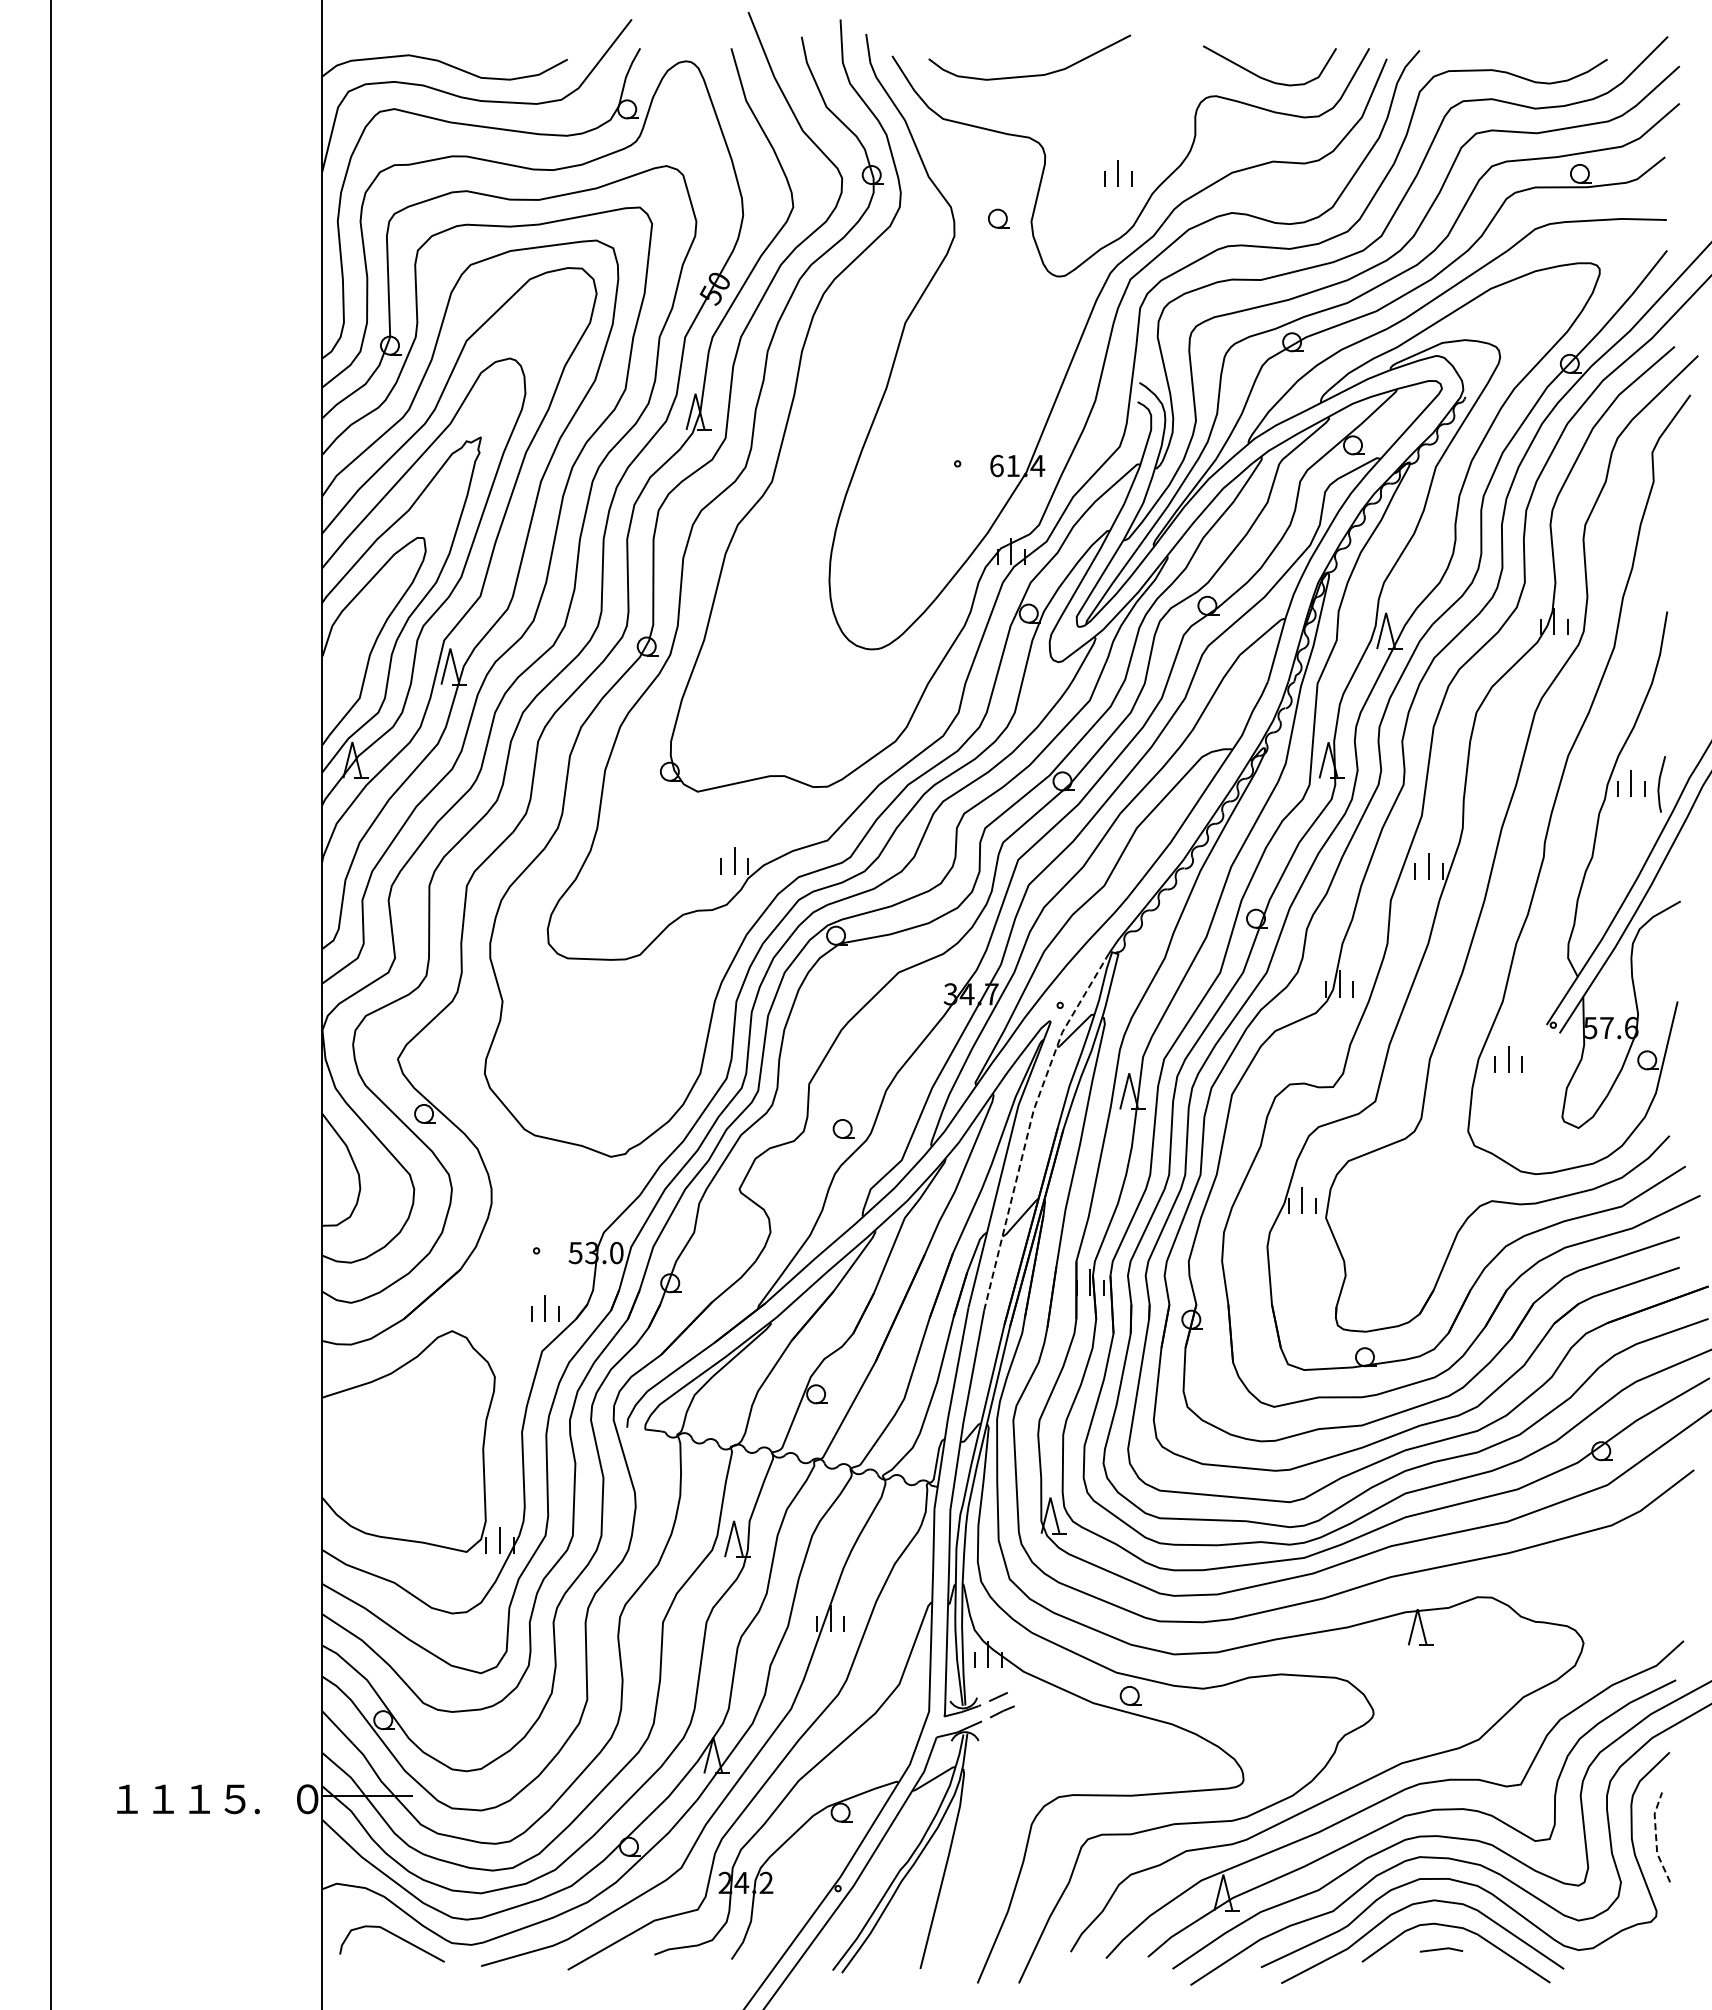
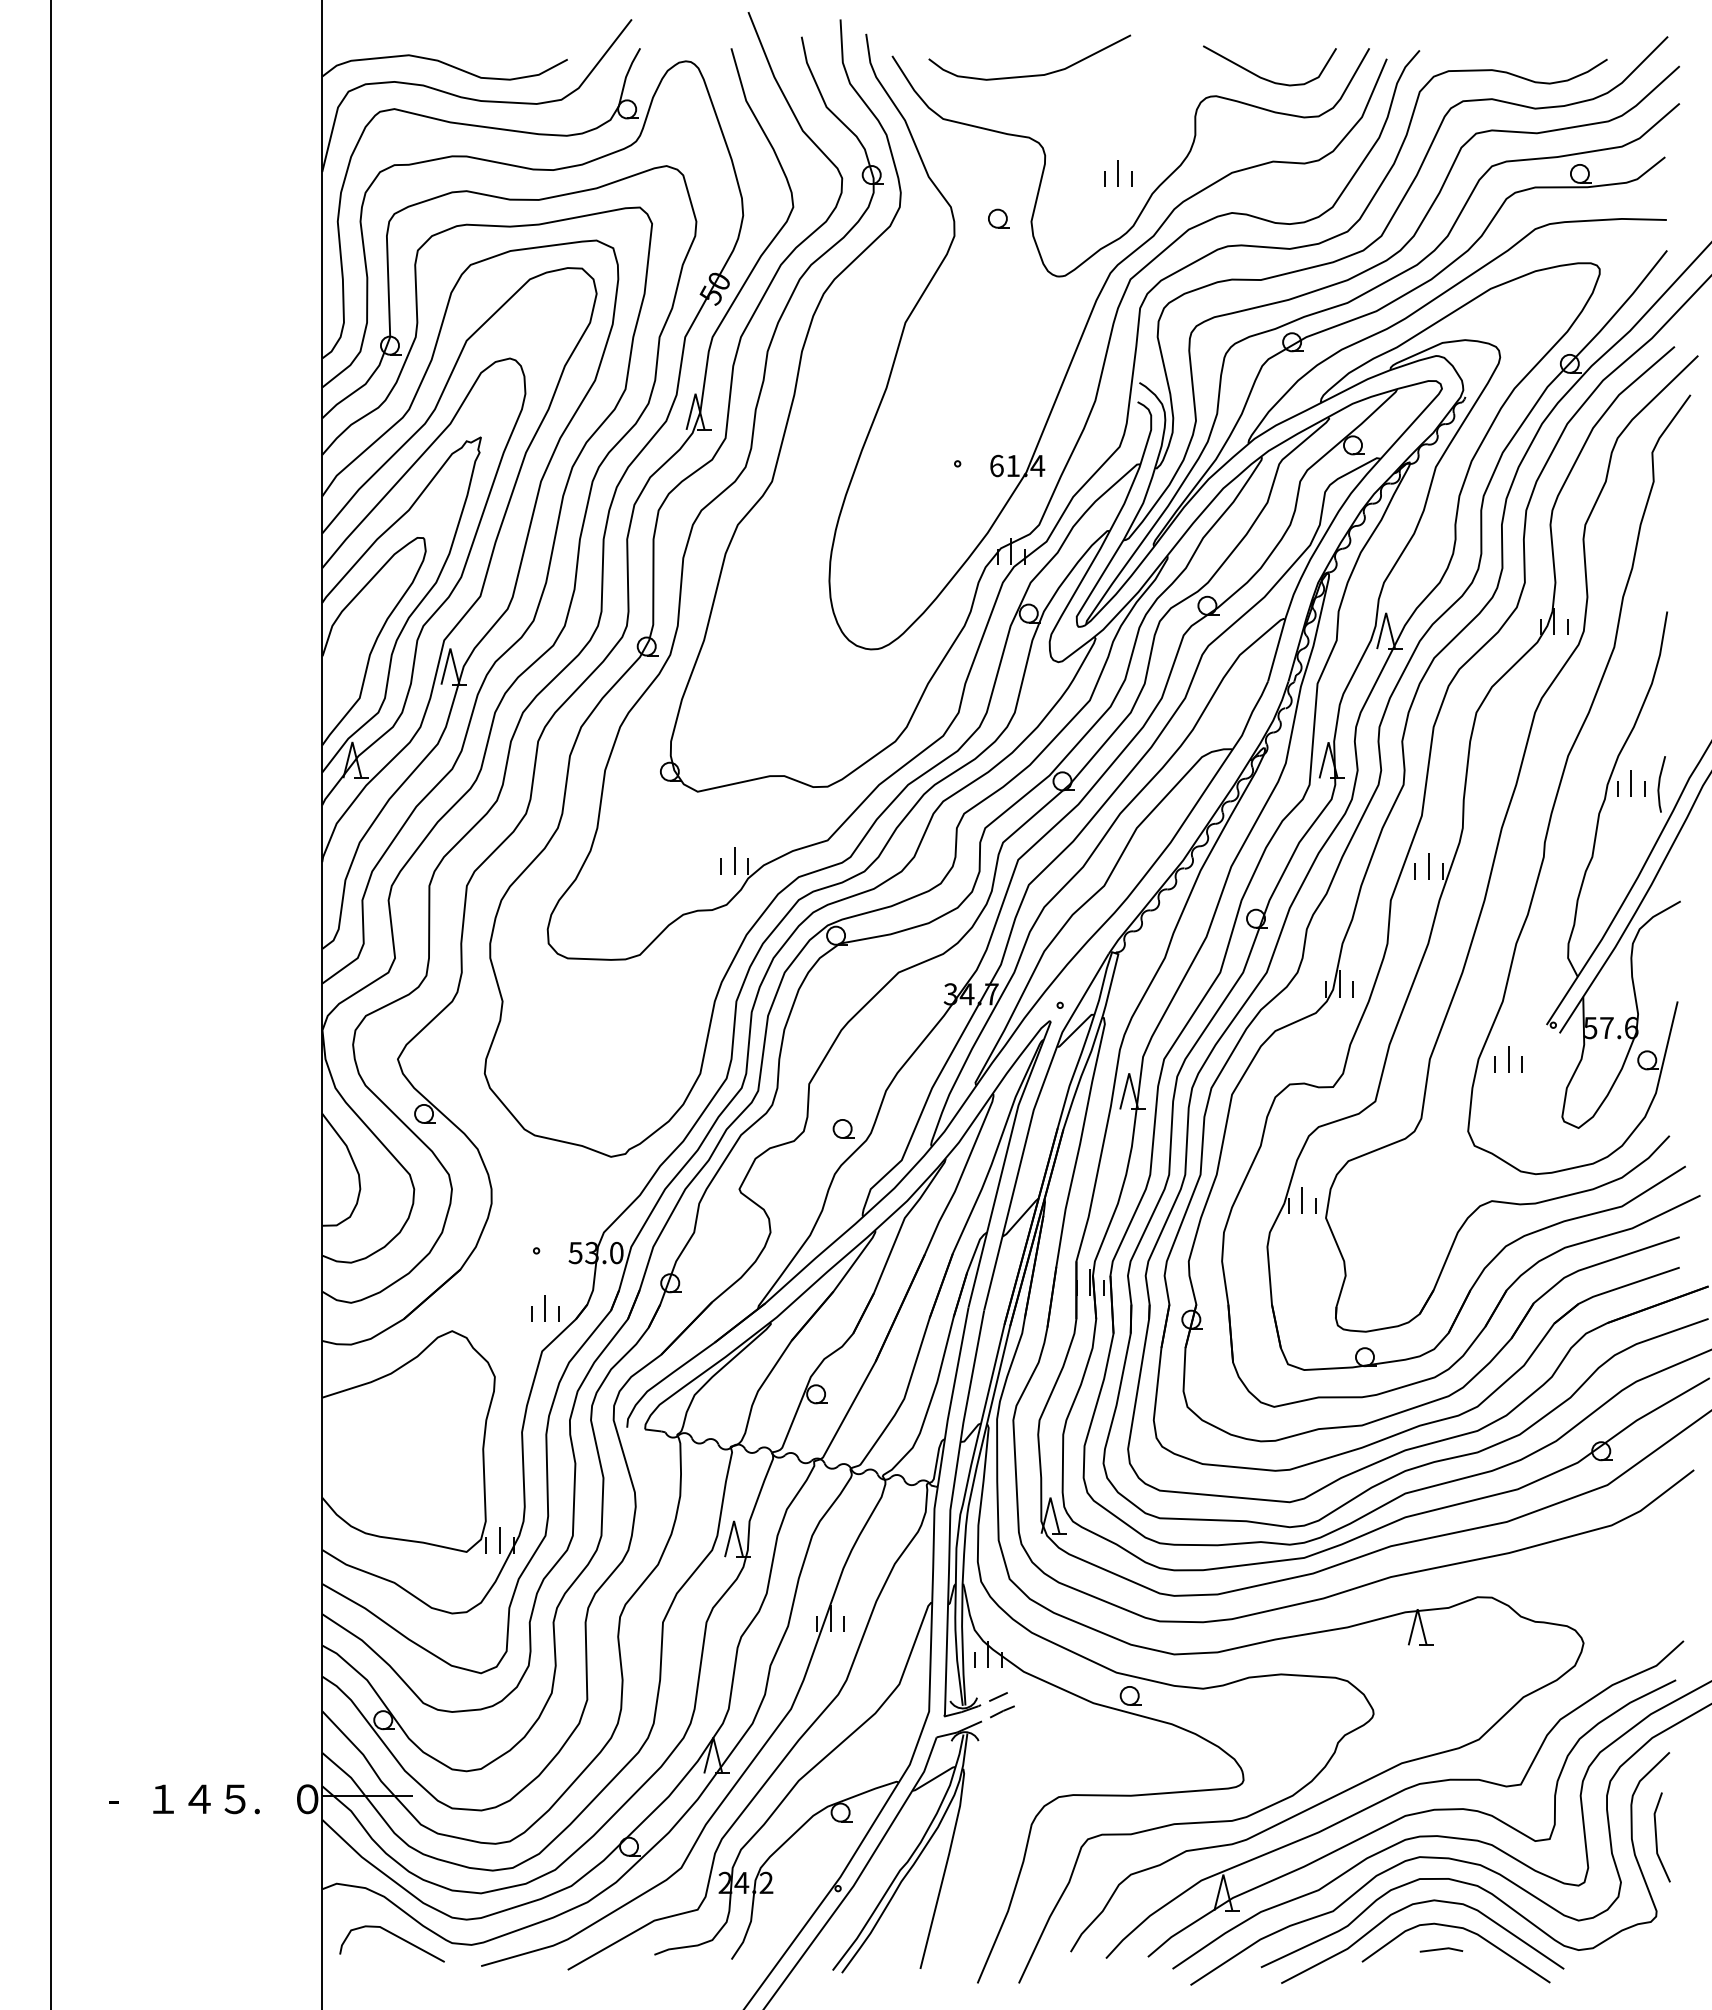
line at (1030, 1124): dashed -> solid
text at (123, 1798): １ -> -
text at (199, 1798): １ -> ４
line at (1656, 1837): dashed -> solid
